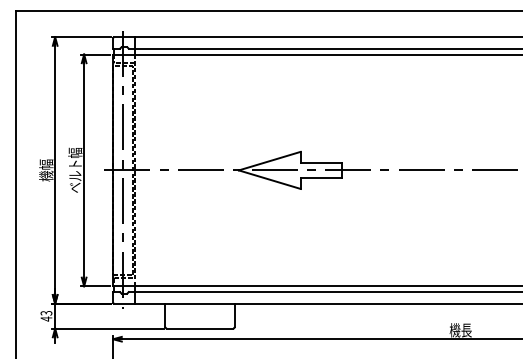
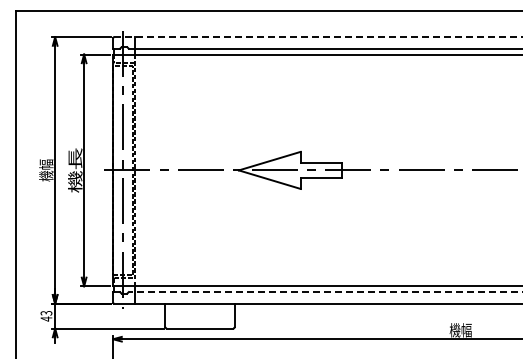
line at (319, 37): solid -> dashed
text at (75, 169): ベルト幅 -> 機長
line at (325, 292): solid -> dashed
text at (466, 330): 機長 -> 機幅
